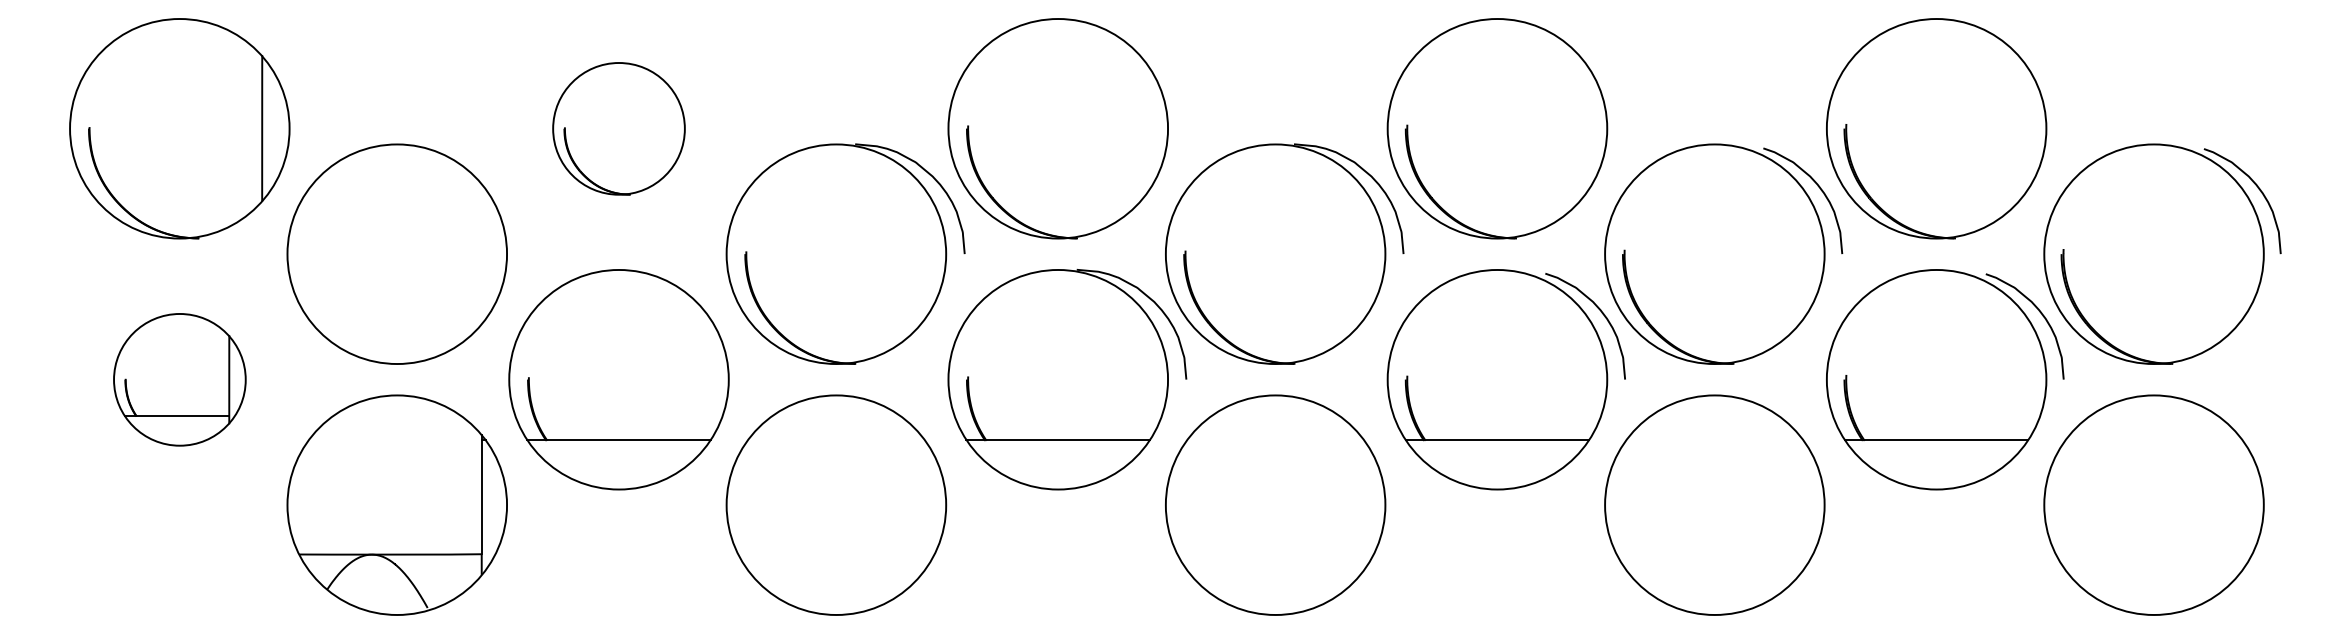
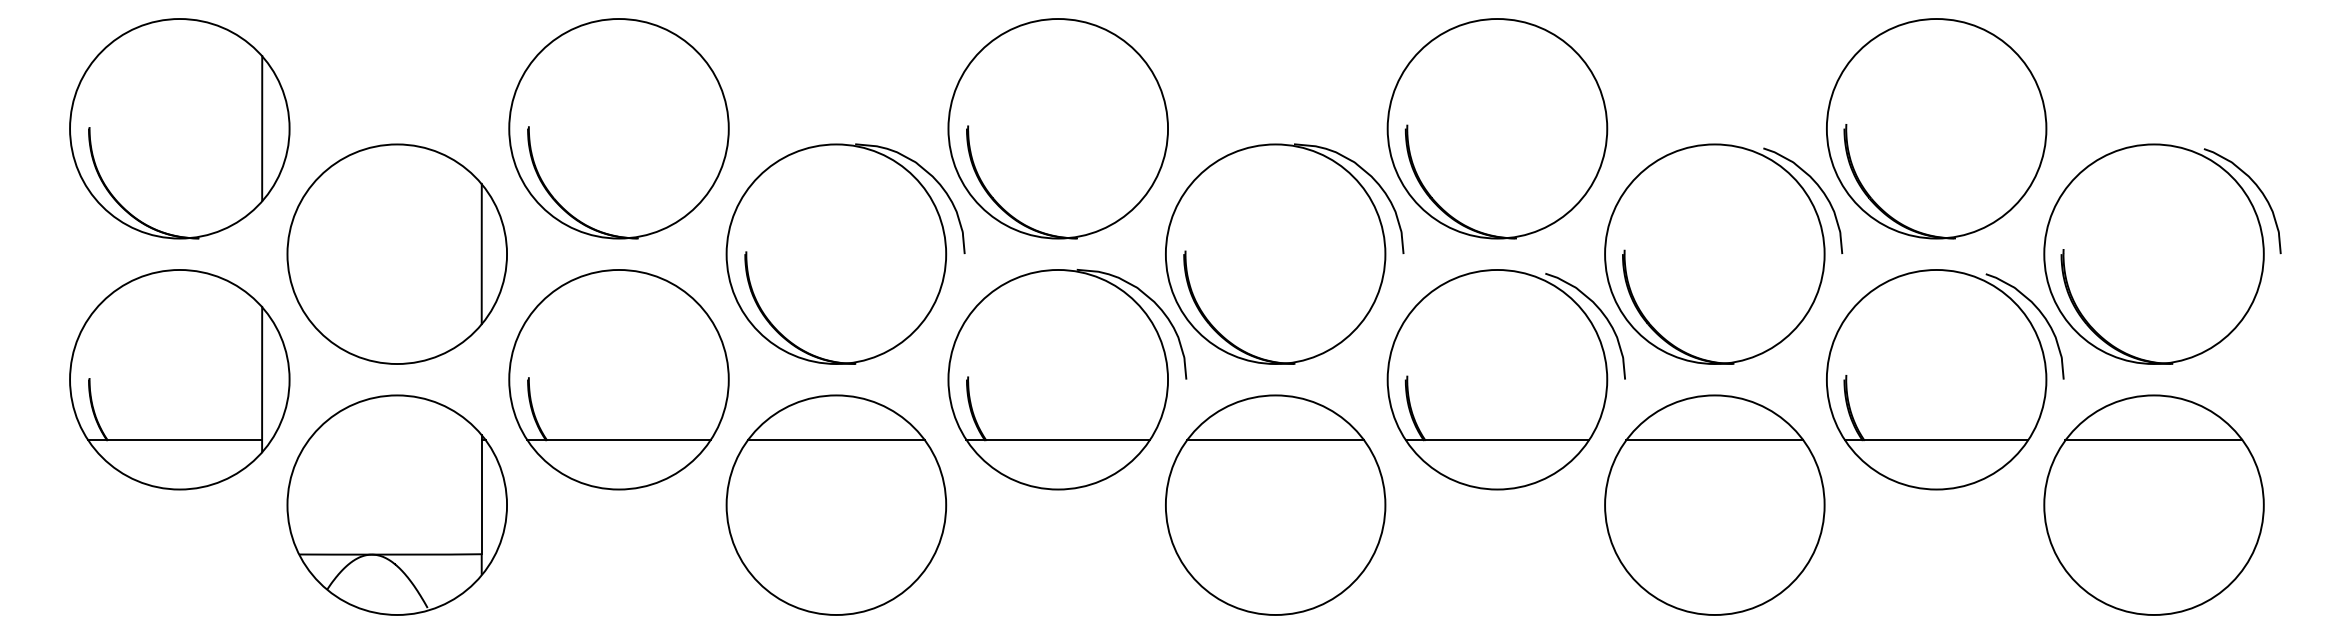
part at (618, 128) size: 134x134 px -> 222x222 px
line at (481, 253): none -> present
part at (179, 379) size: 134x134 px -> 222x222 px
line at (835, 440): none -> present
line at (1275, 440): none -> present
line at (1714, 440): none -> present
line at (2153, 440): none -> present
